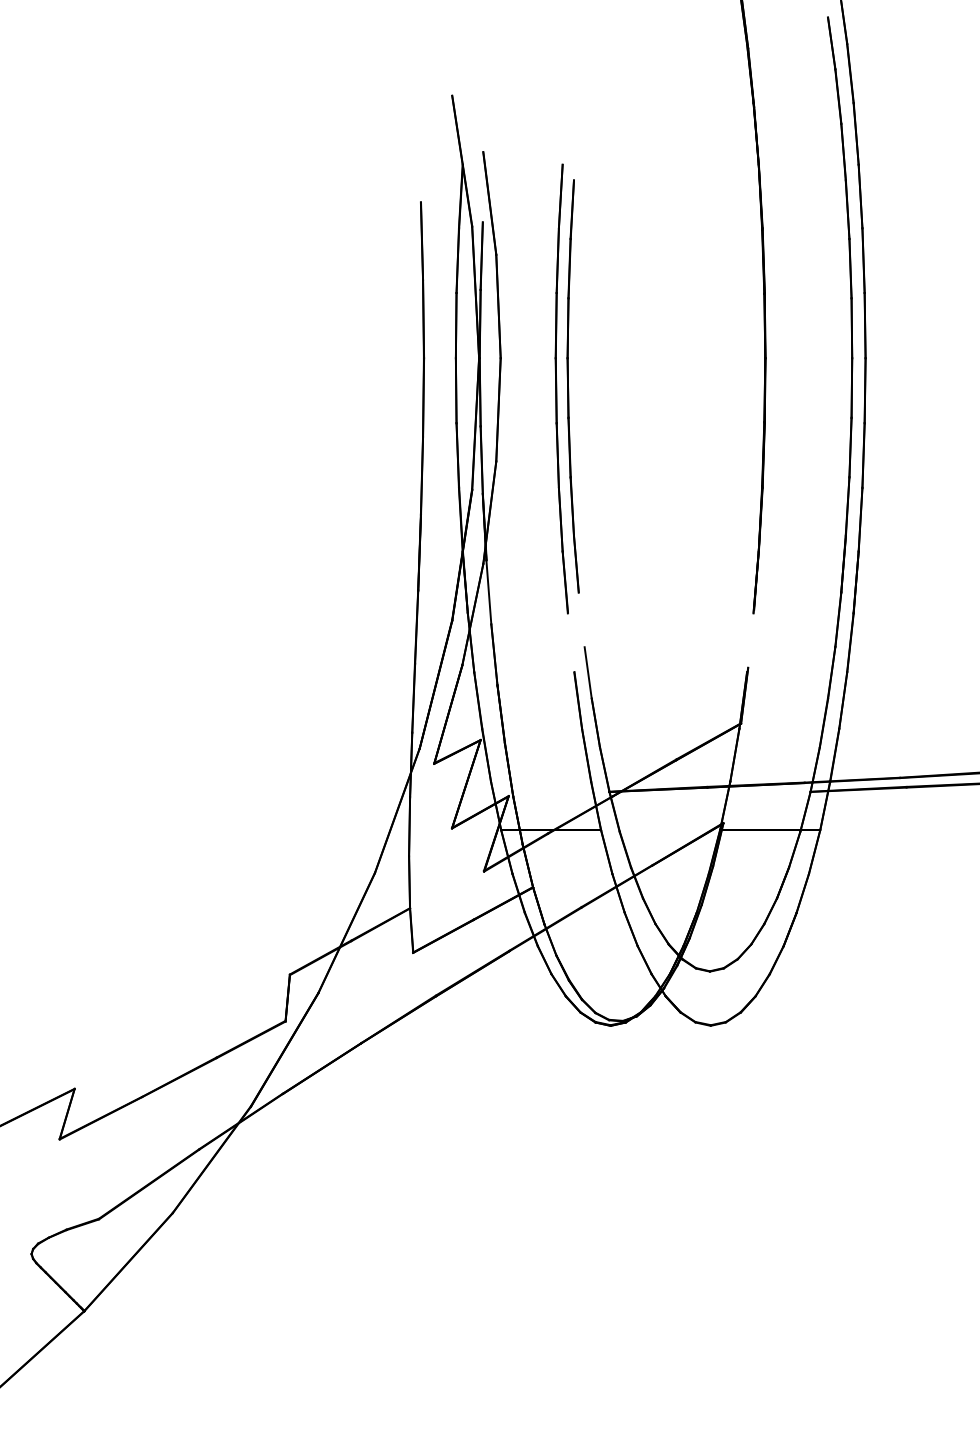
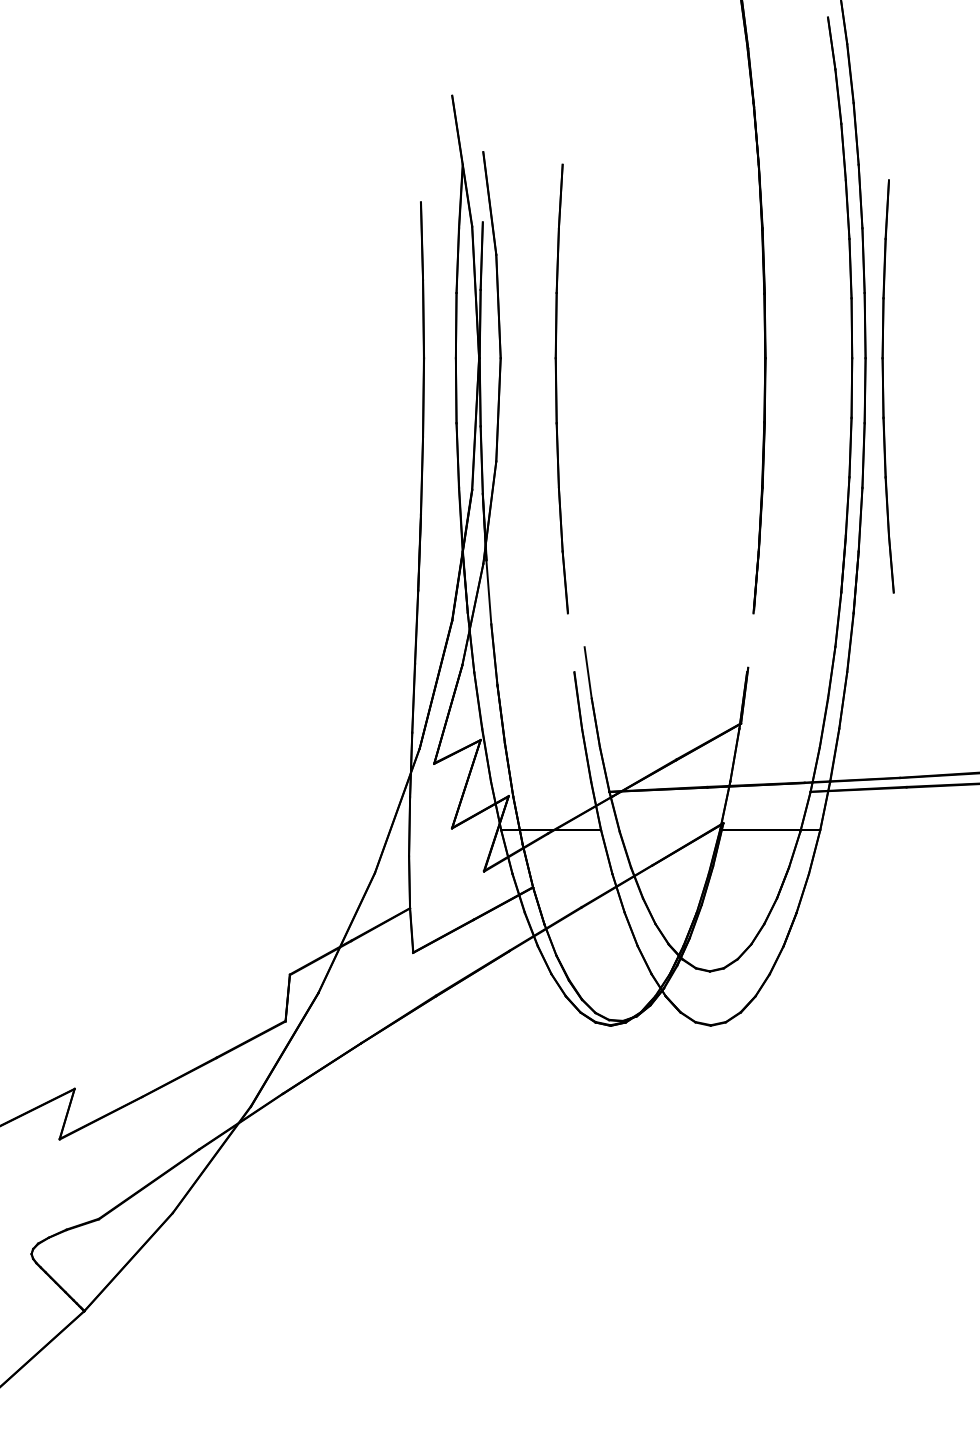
part at (572, 386) position: (572, 386) -> (887, 386)
